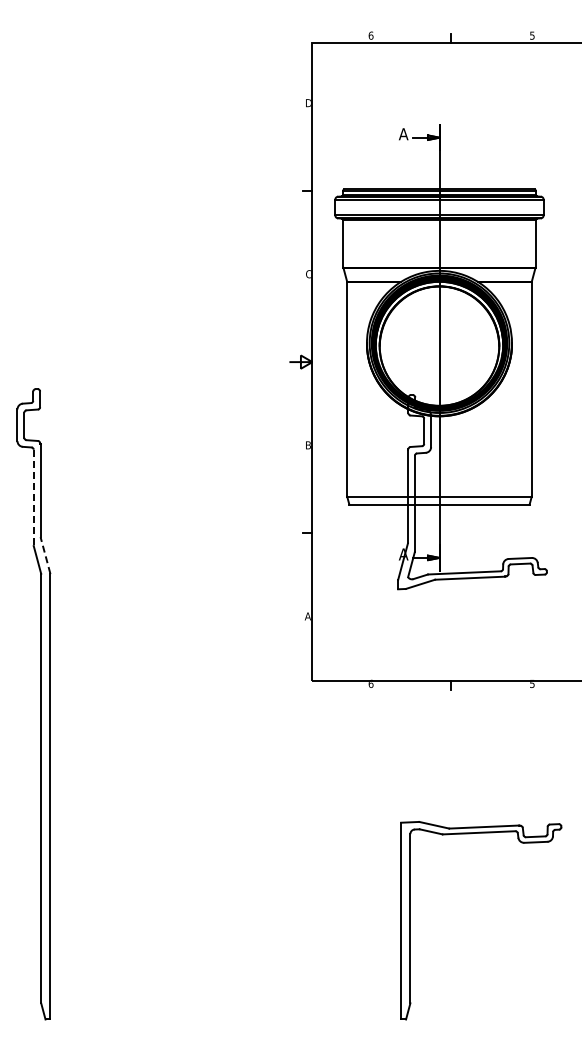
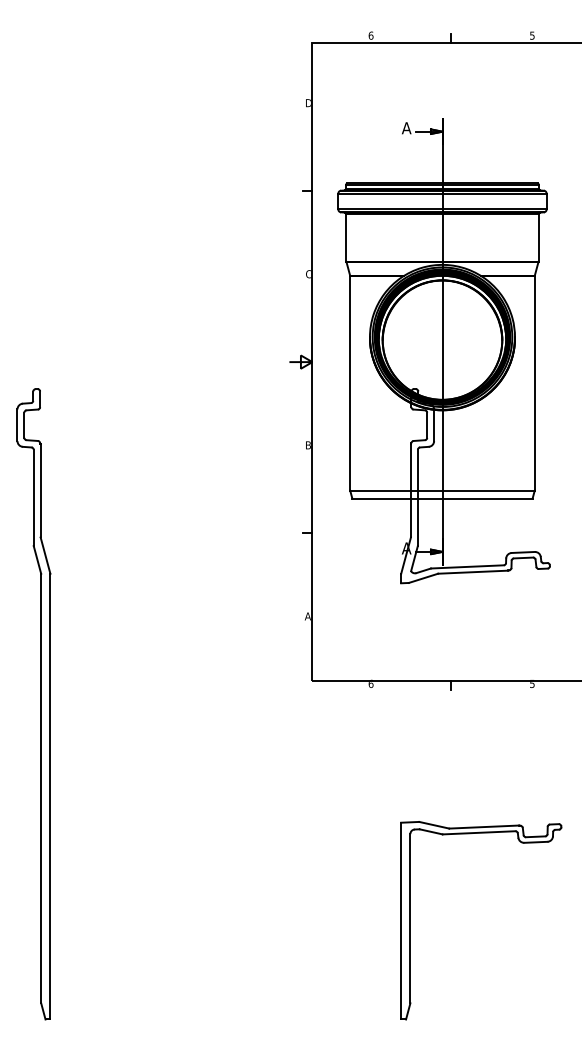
part at (440, 357) position: (440, 357) -> (443, 351)
line at (33, 498): dashed -> solid
line at (45, 555): dashed -> solid
